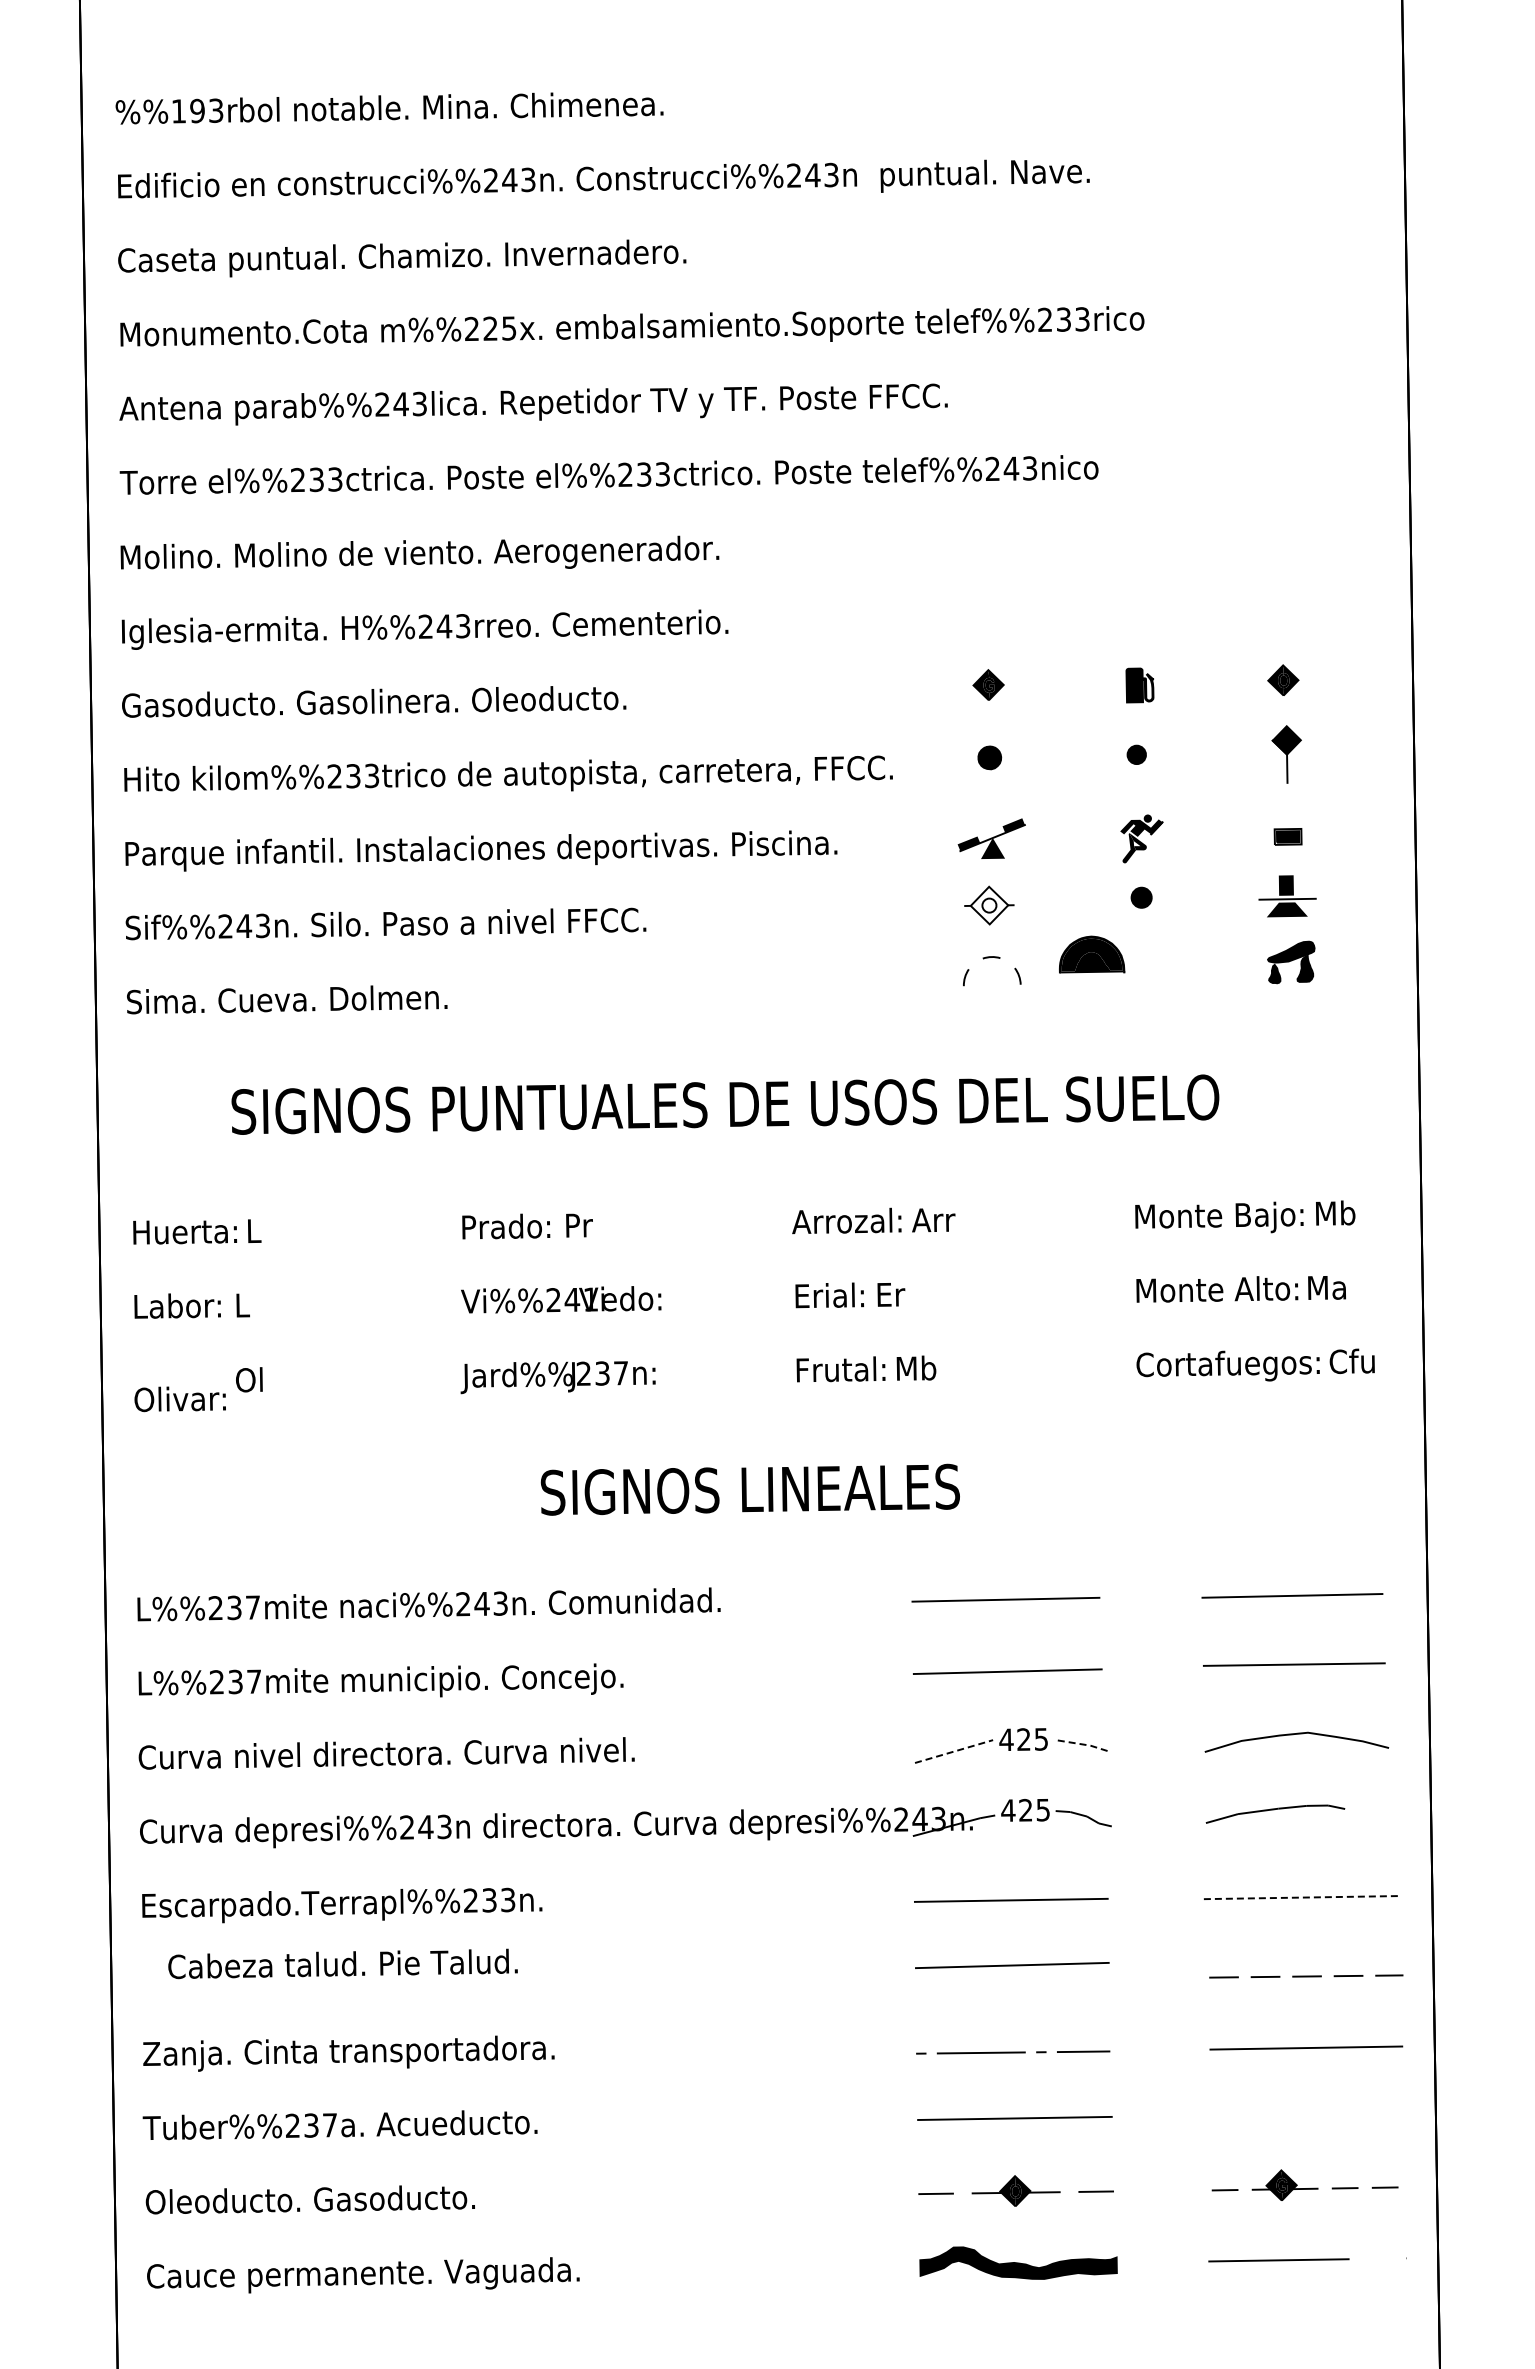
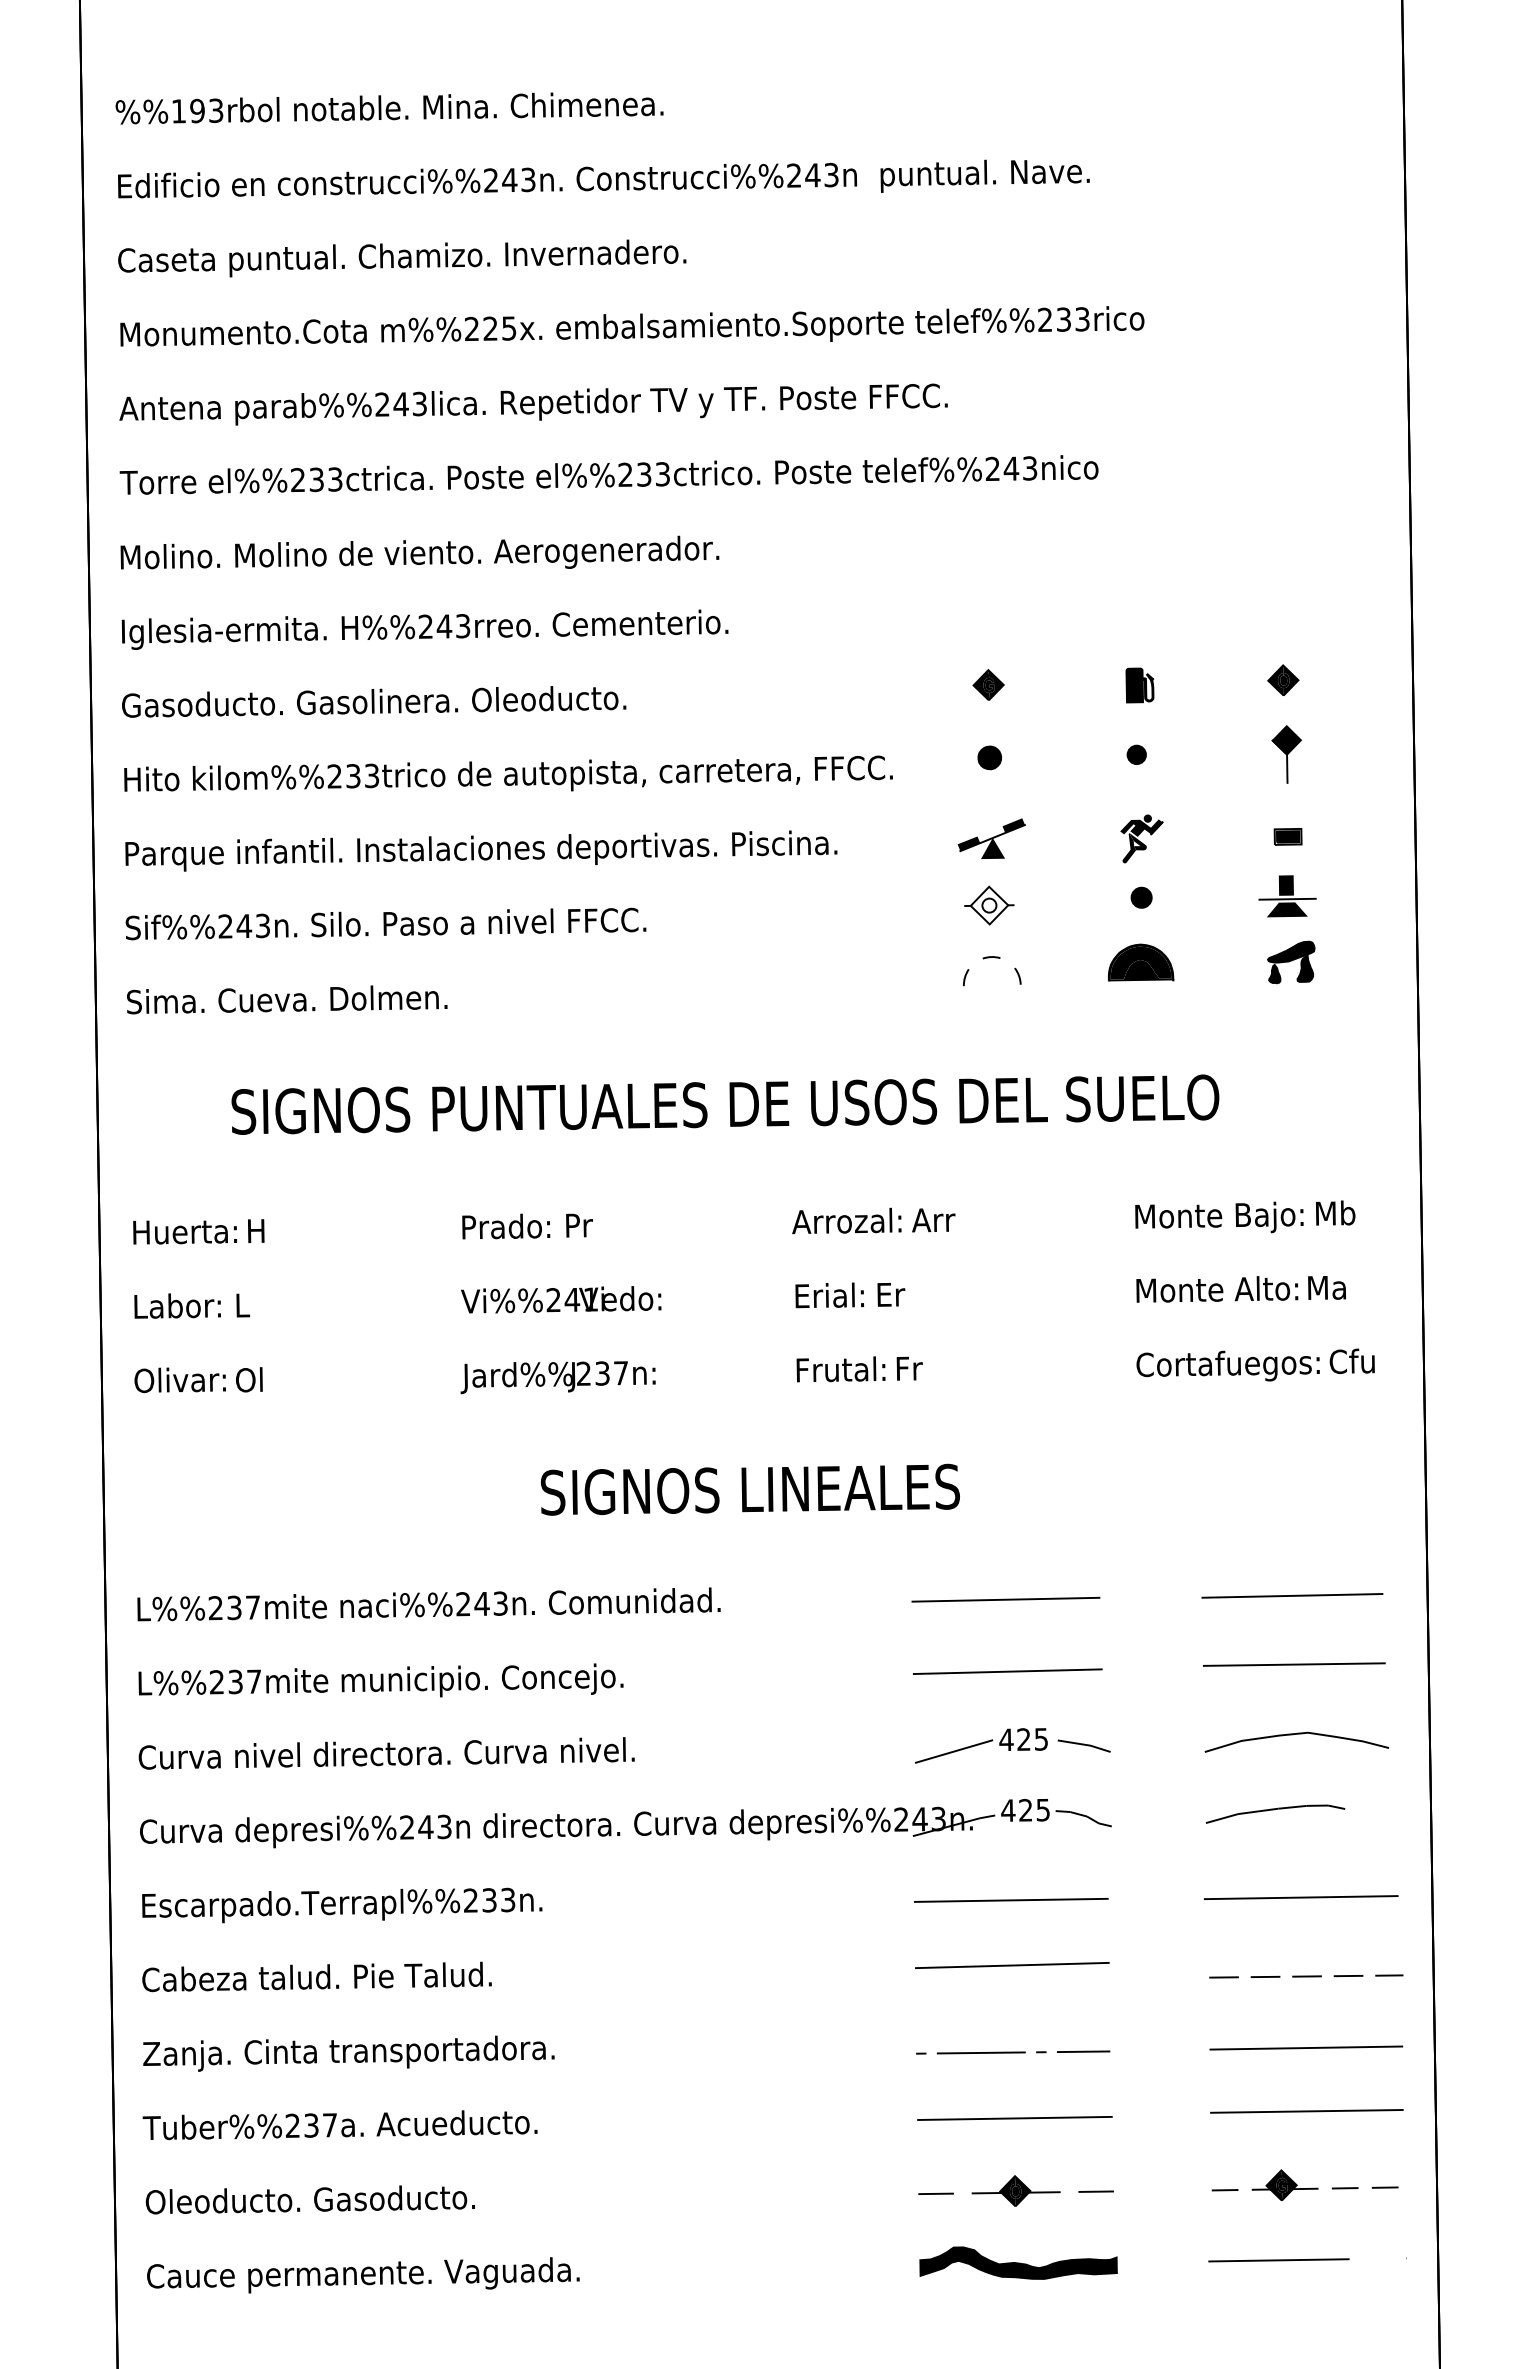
part at (1092, 954) position: (1092, 954) -> (1141, 962)
text at (257, 1230): L -> H
text at (917, 1367): Mb -> Fr
text at (179, 1399) position: (179, 1399) -> (179, 1380)
line at (1084, 1744): dashed -> solid
line at (954, 1751): dashed -> solid
line at (1301, 1897): dashed -> solid
text at (342, 1963) position: (342, 1963) -> (316, 1976)
line at (1306, 2111): none -> present
